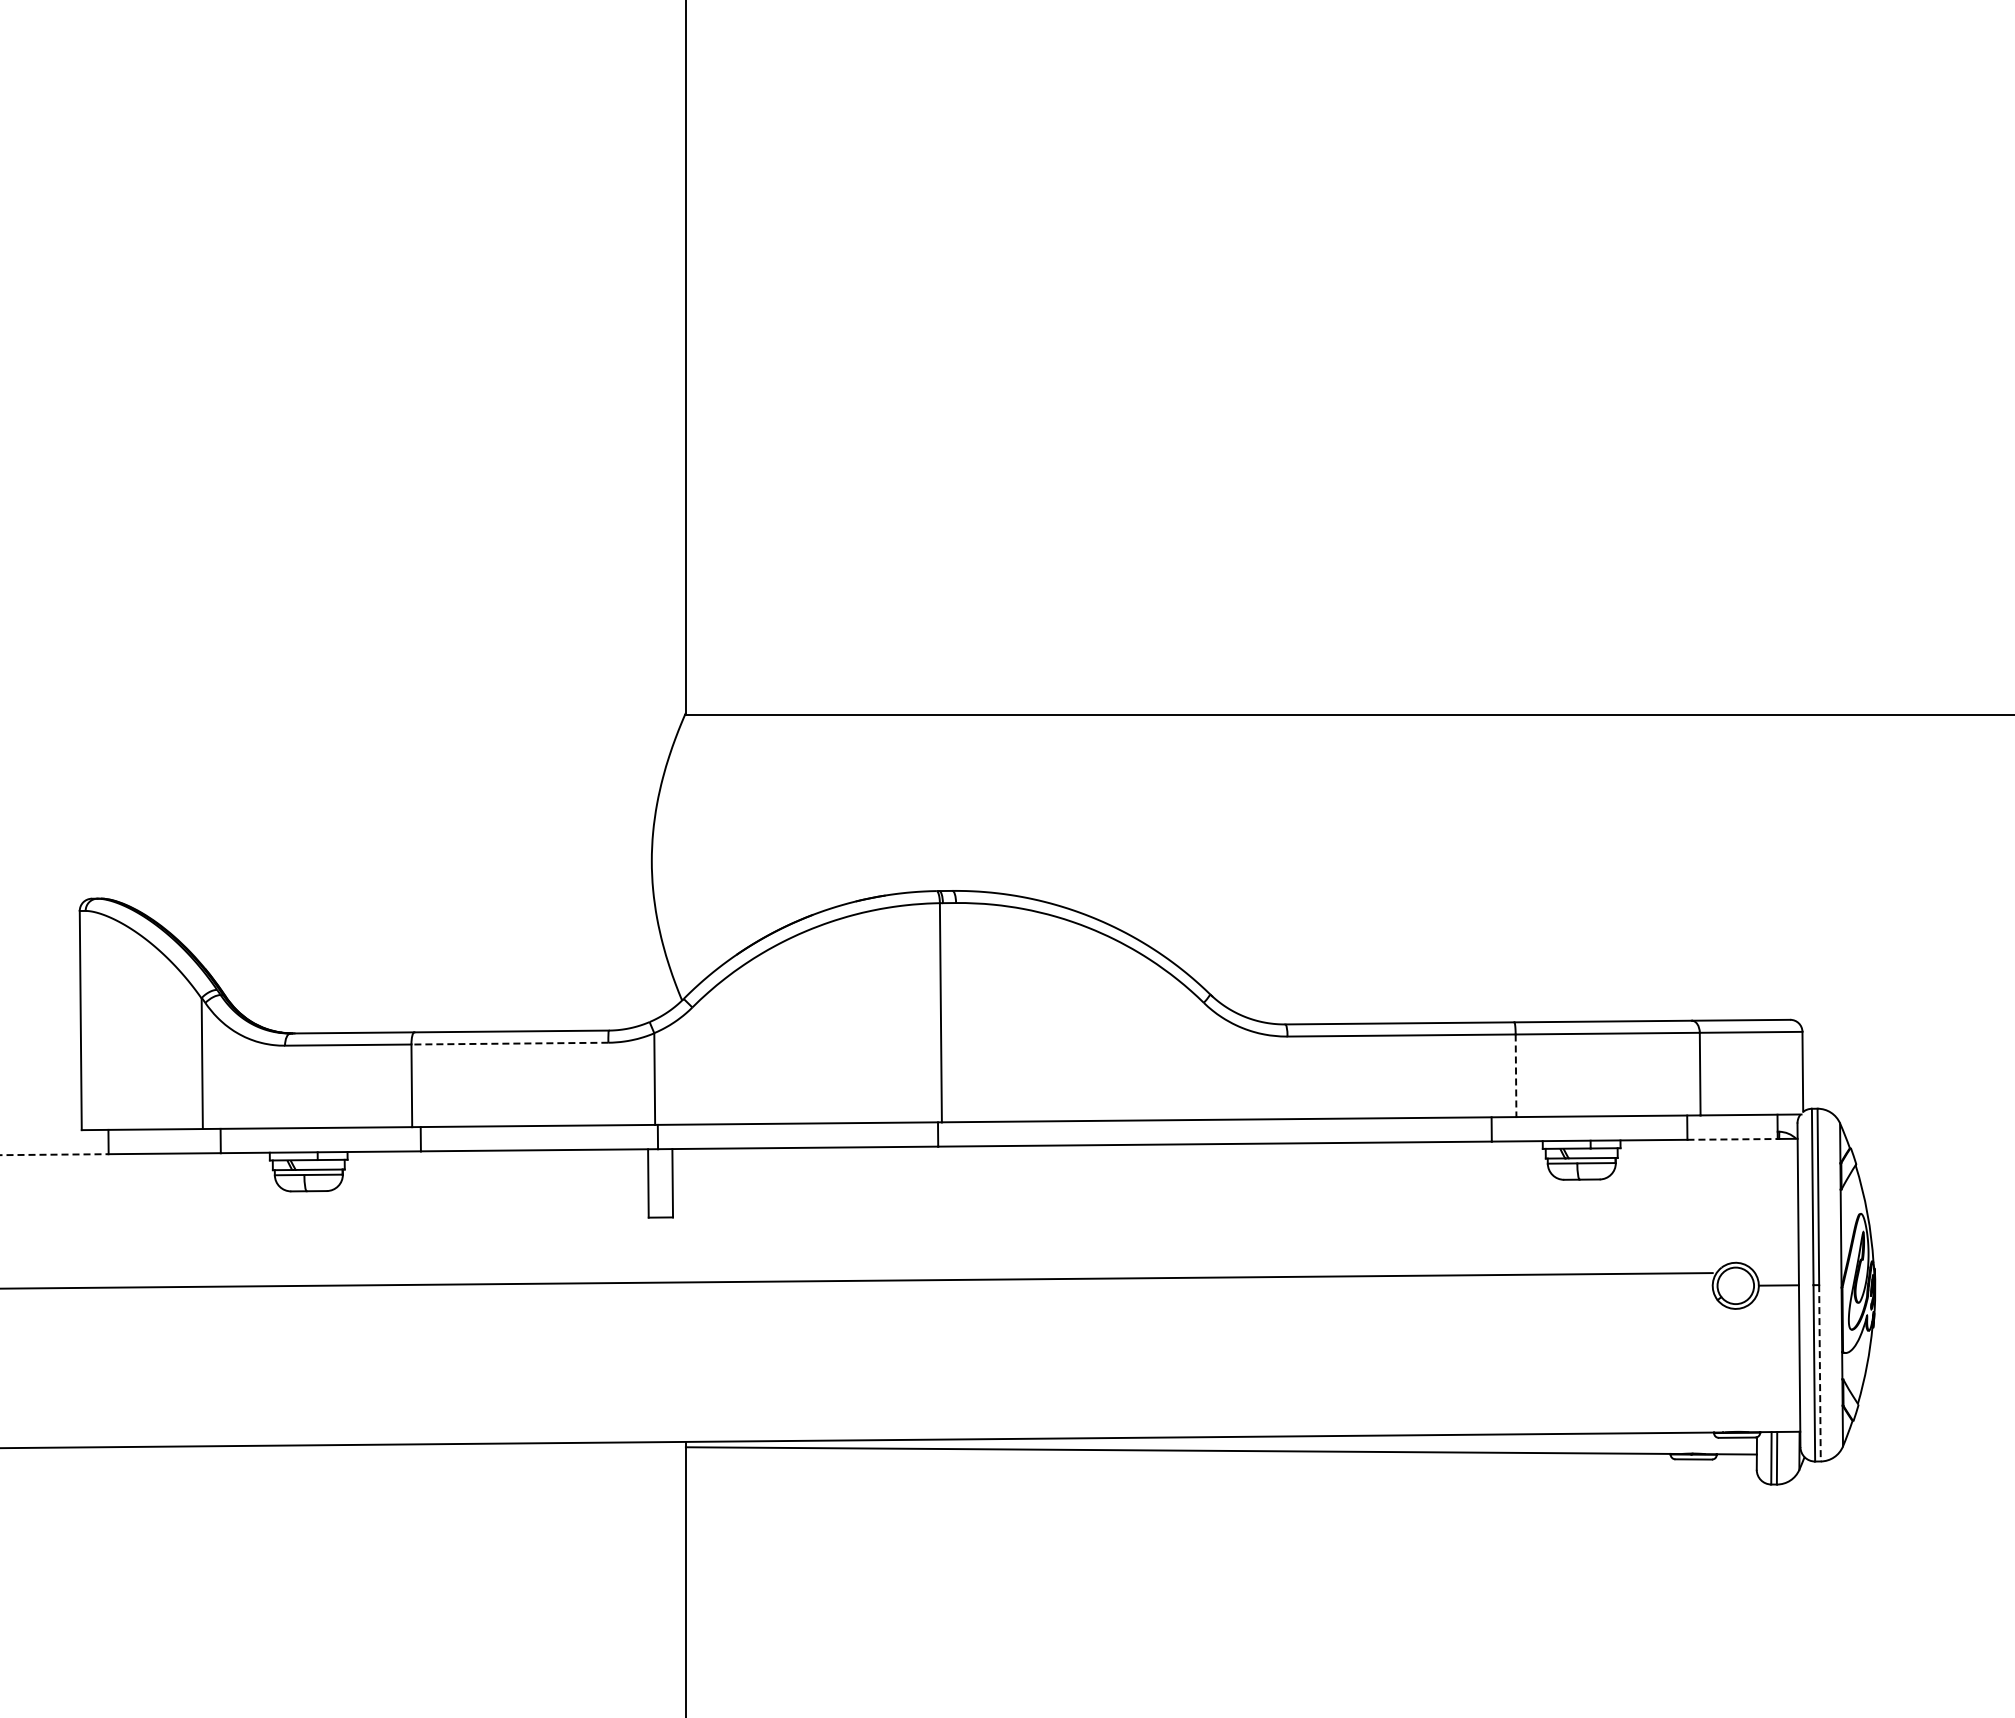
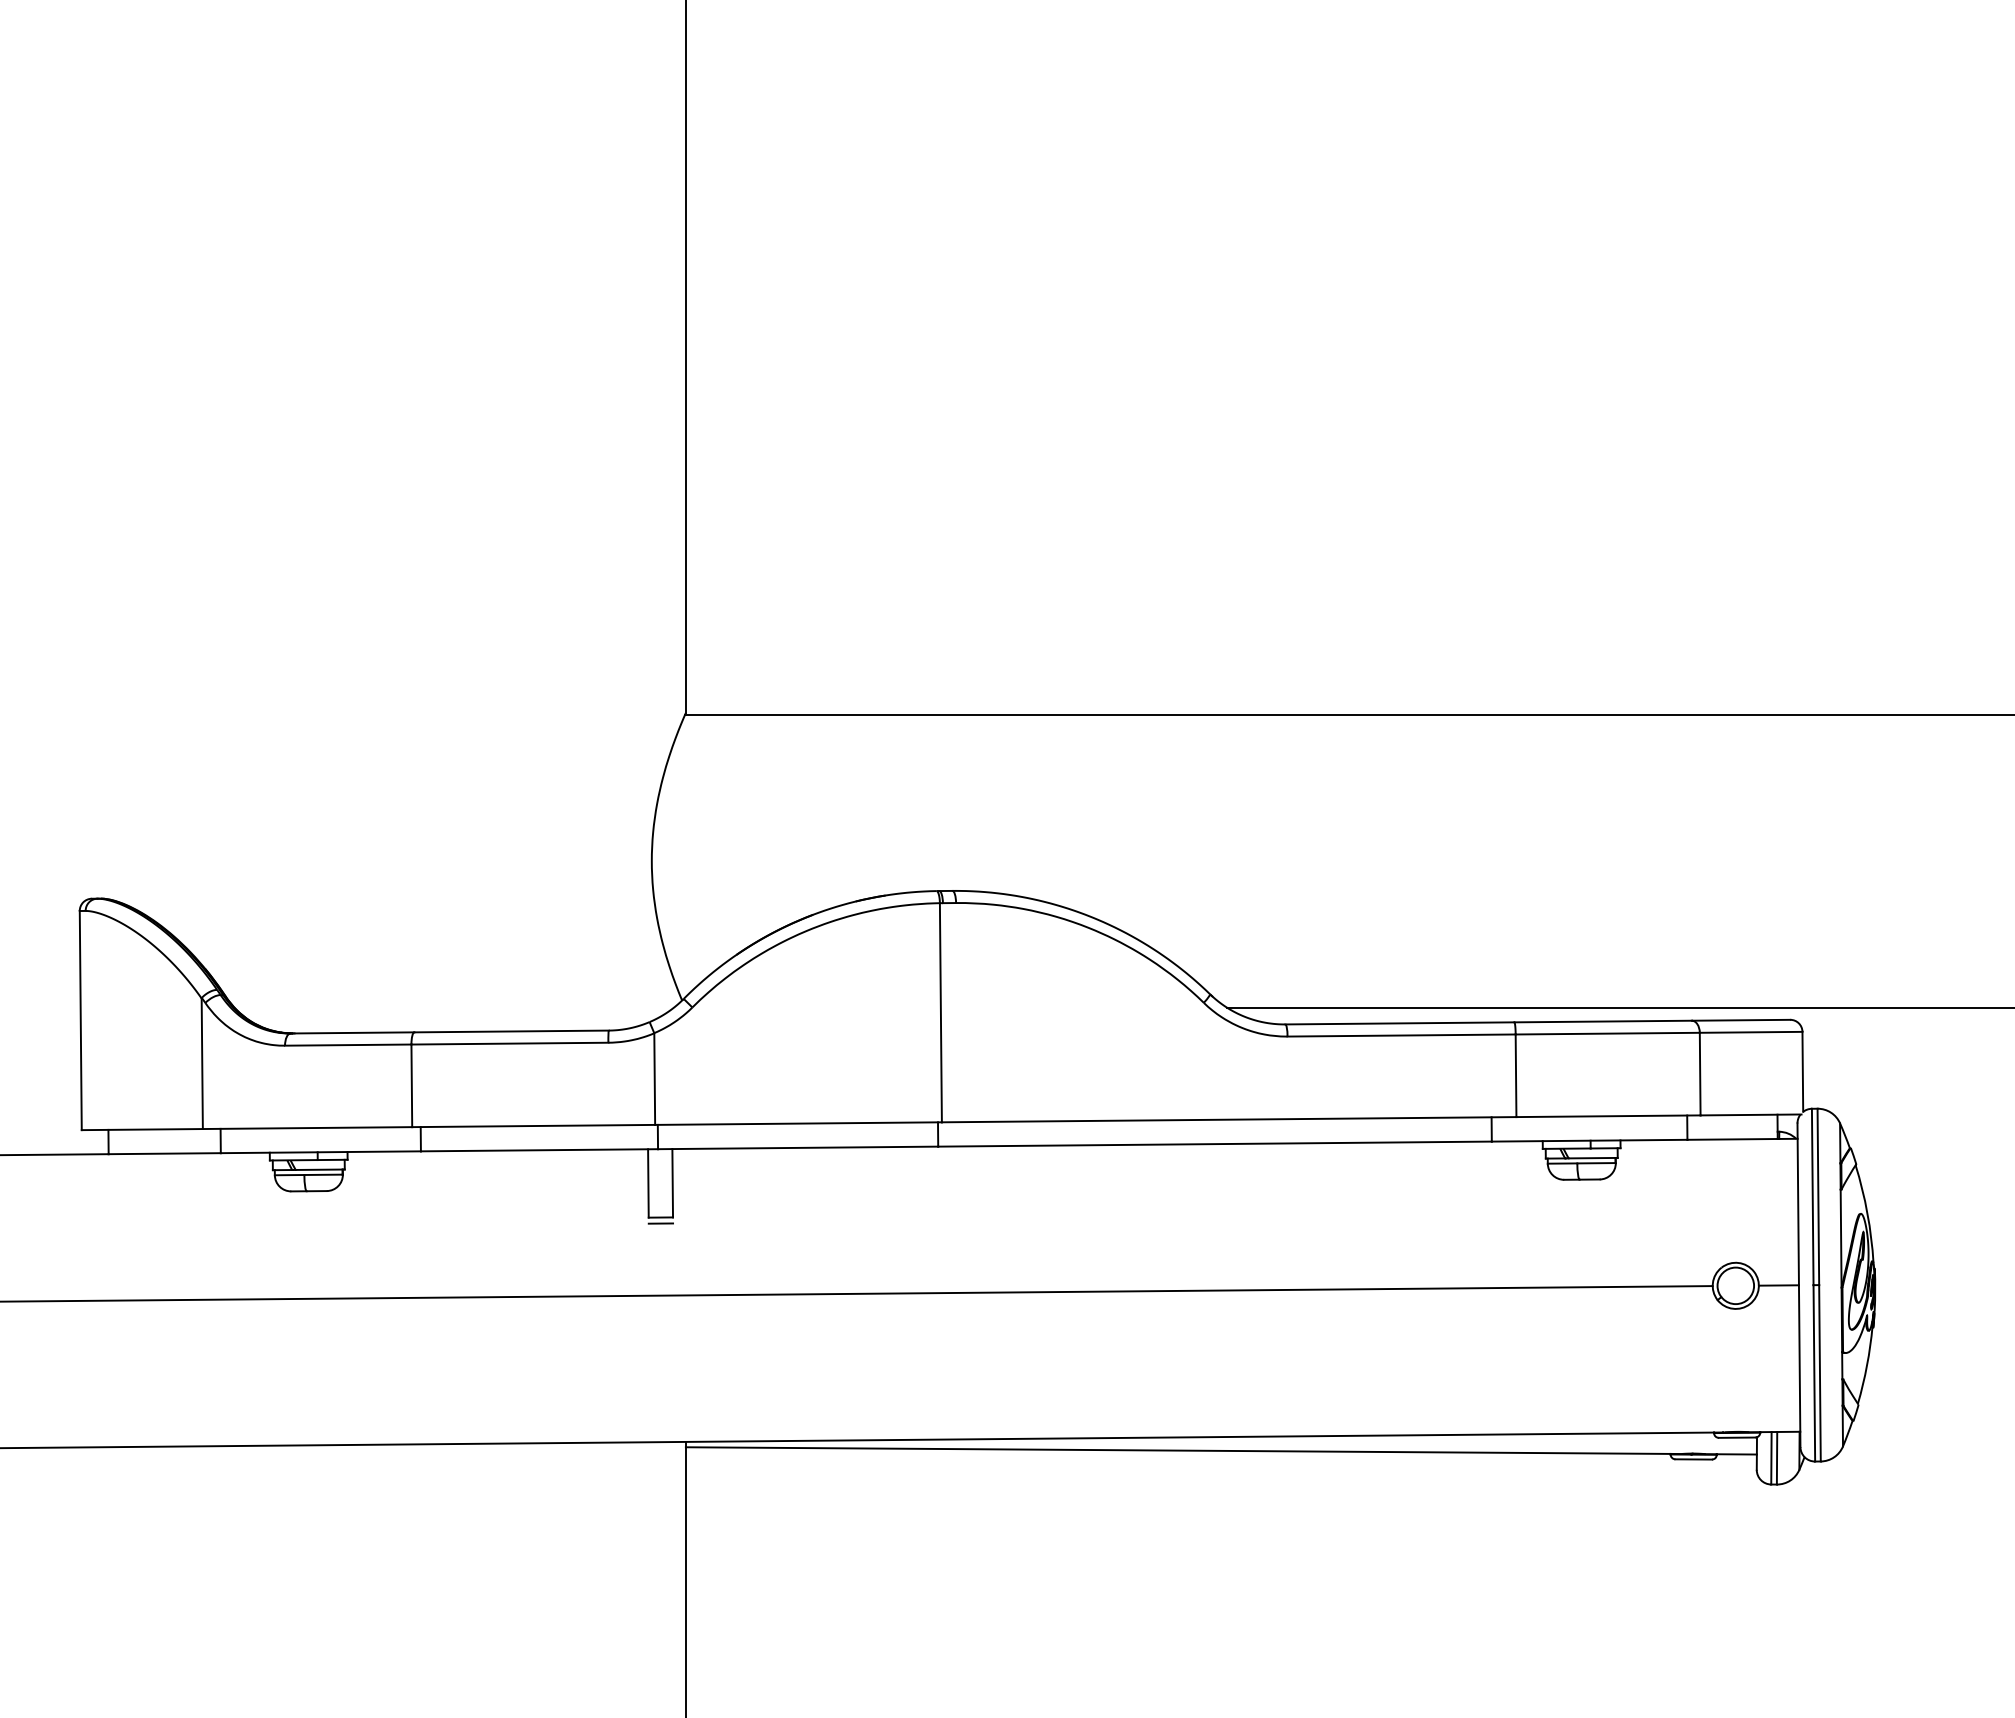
line at (1618, 1007): none -> present
line at (509, 1043): dashed -> solid
line at (1516, 1076): dashed -> solid
line at (1733, 1139): dashed -> solid
line at (54, 1154): dashed -> solid
line at (660, 1223): none -> present
line at (857, 1280) position: (857, 1280) -> (857, 1293)
line at (1819, 1373): dashed -> solid
